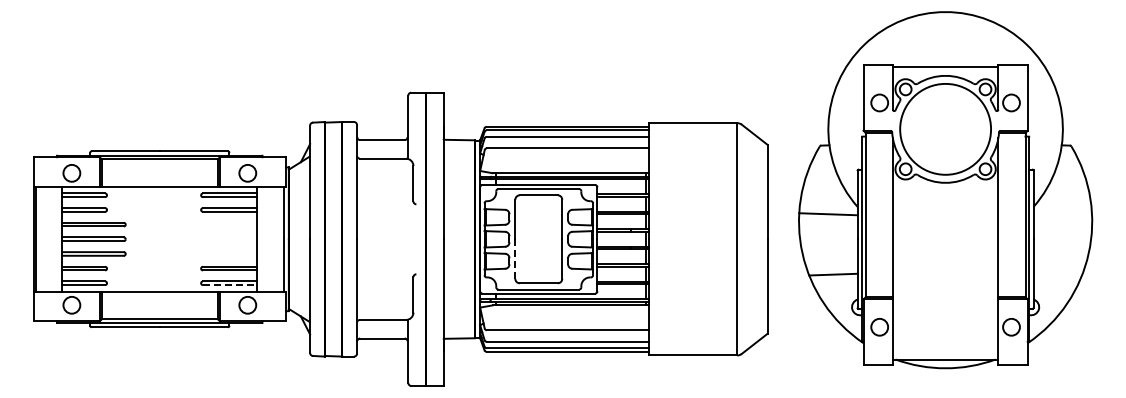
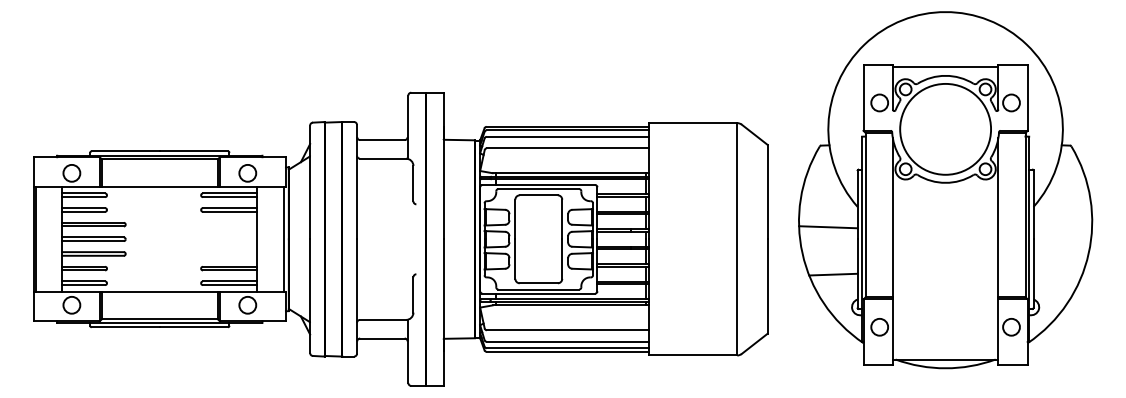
line at (828, 214) position: (828, 214) -> (828, 227)
line at (515, 259): dashed -> solid
line at (230, 285): dashed -> solid
